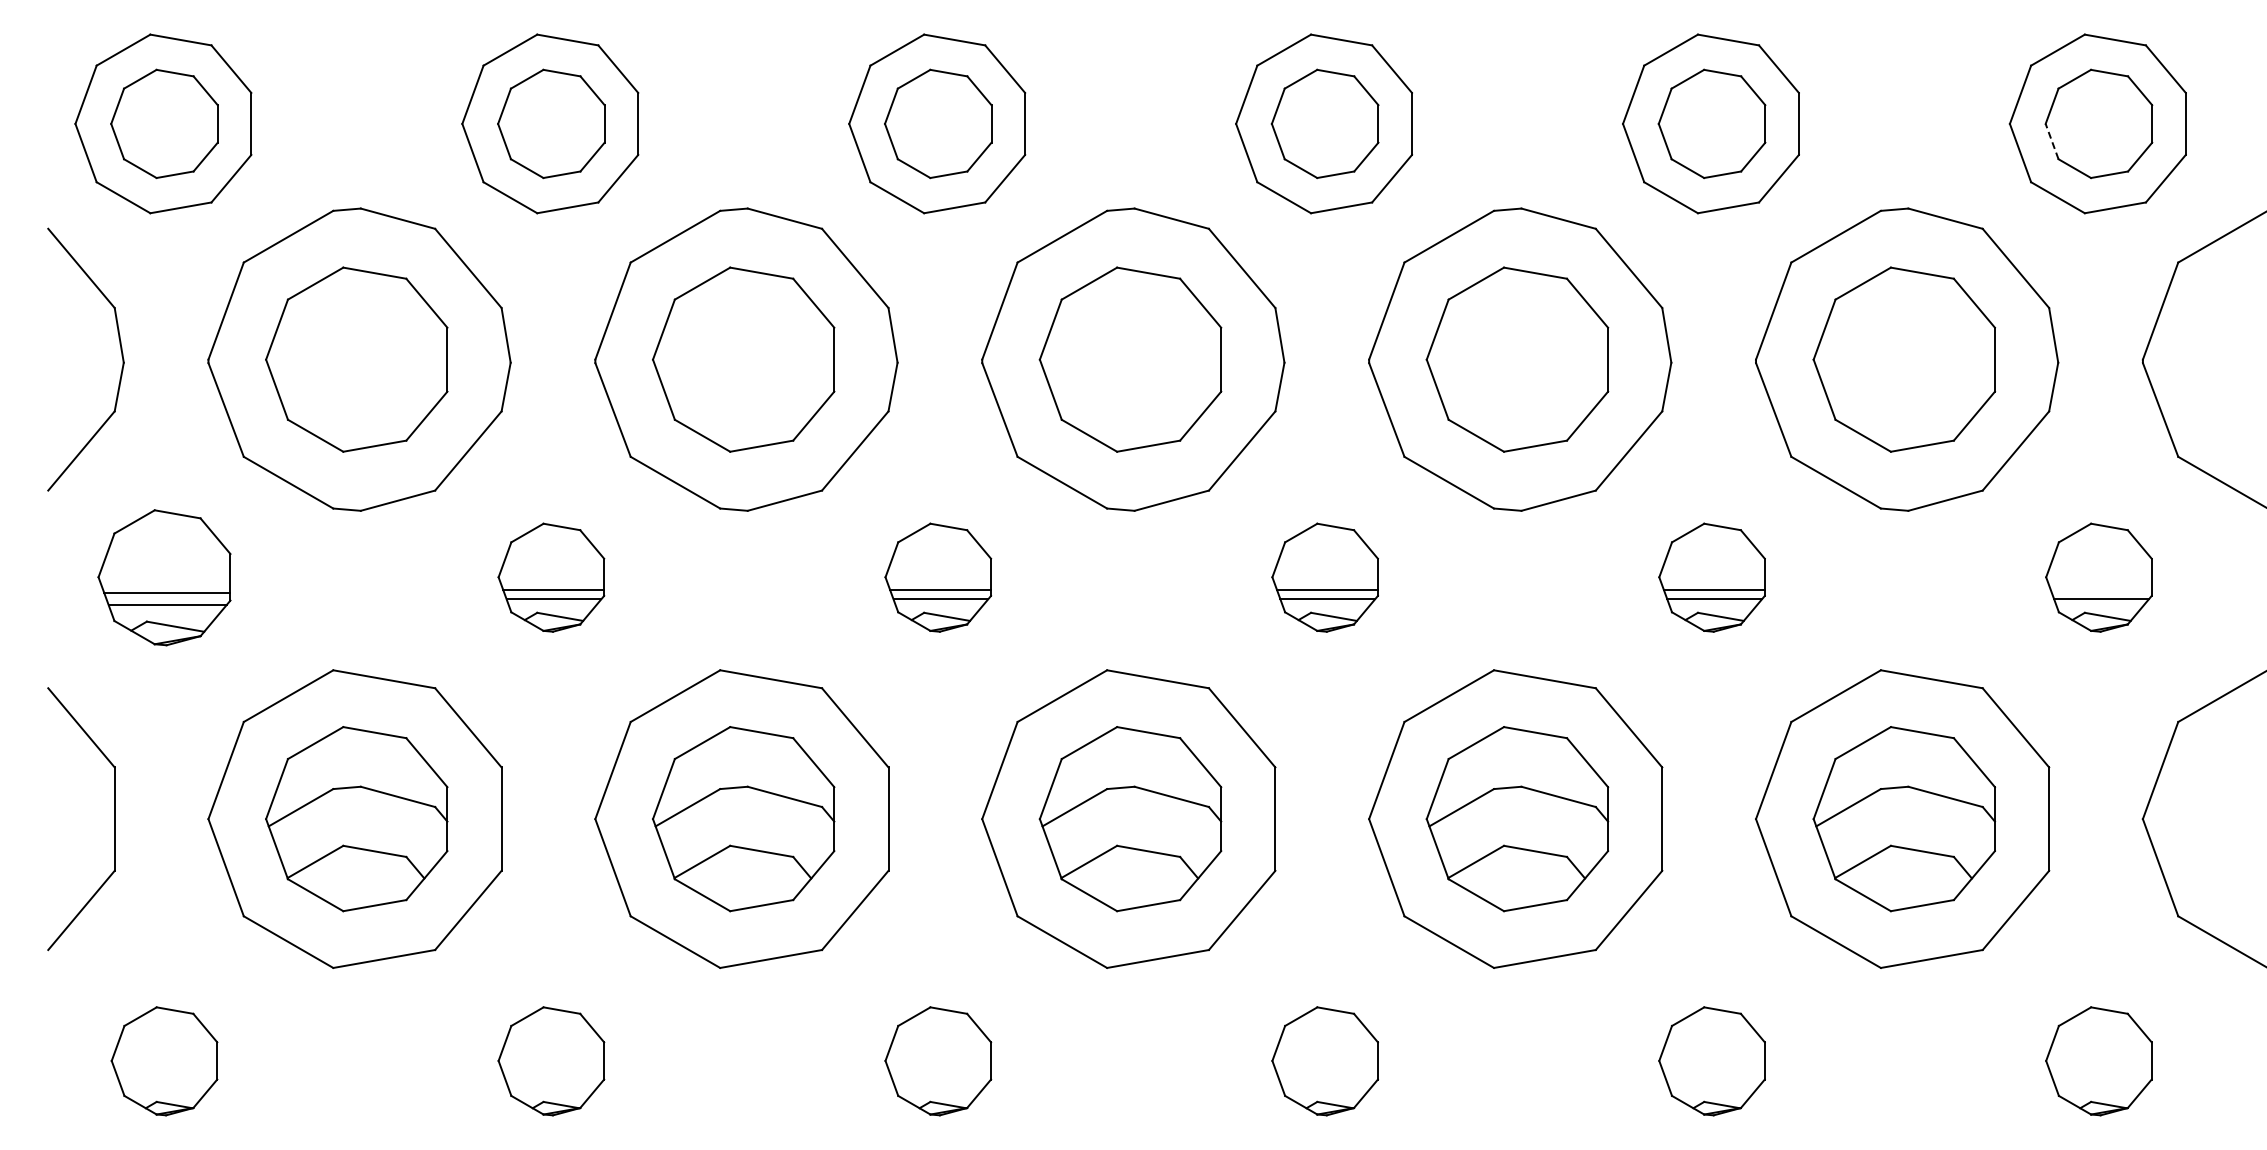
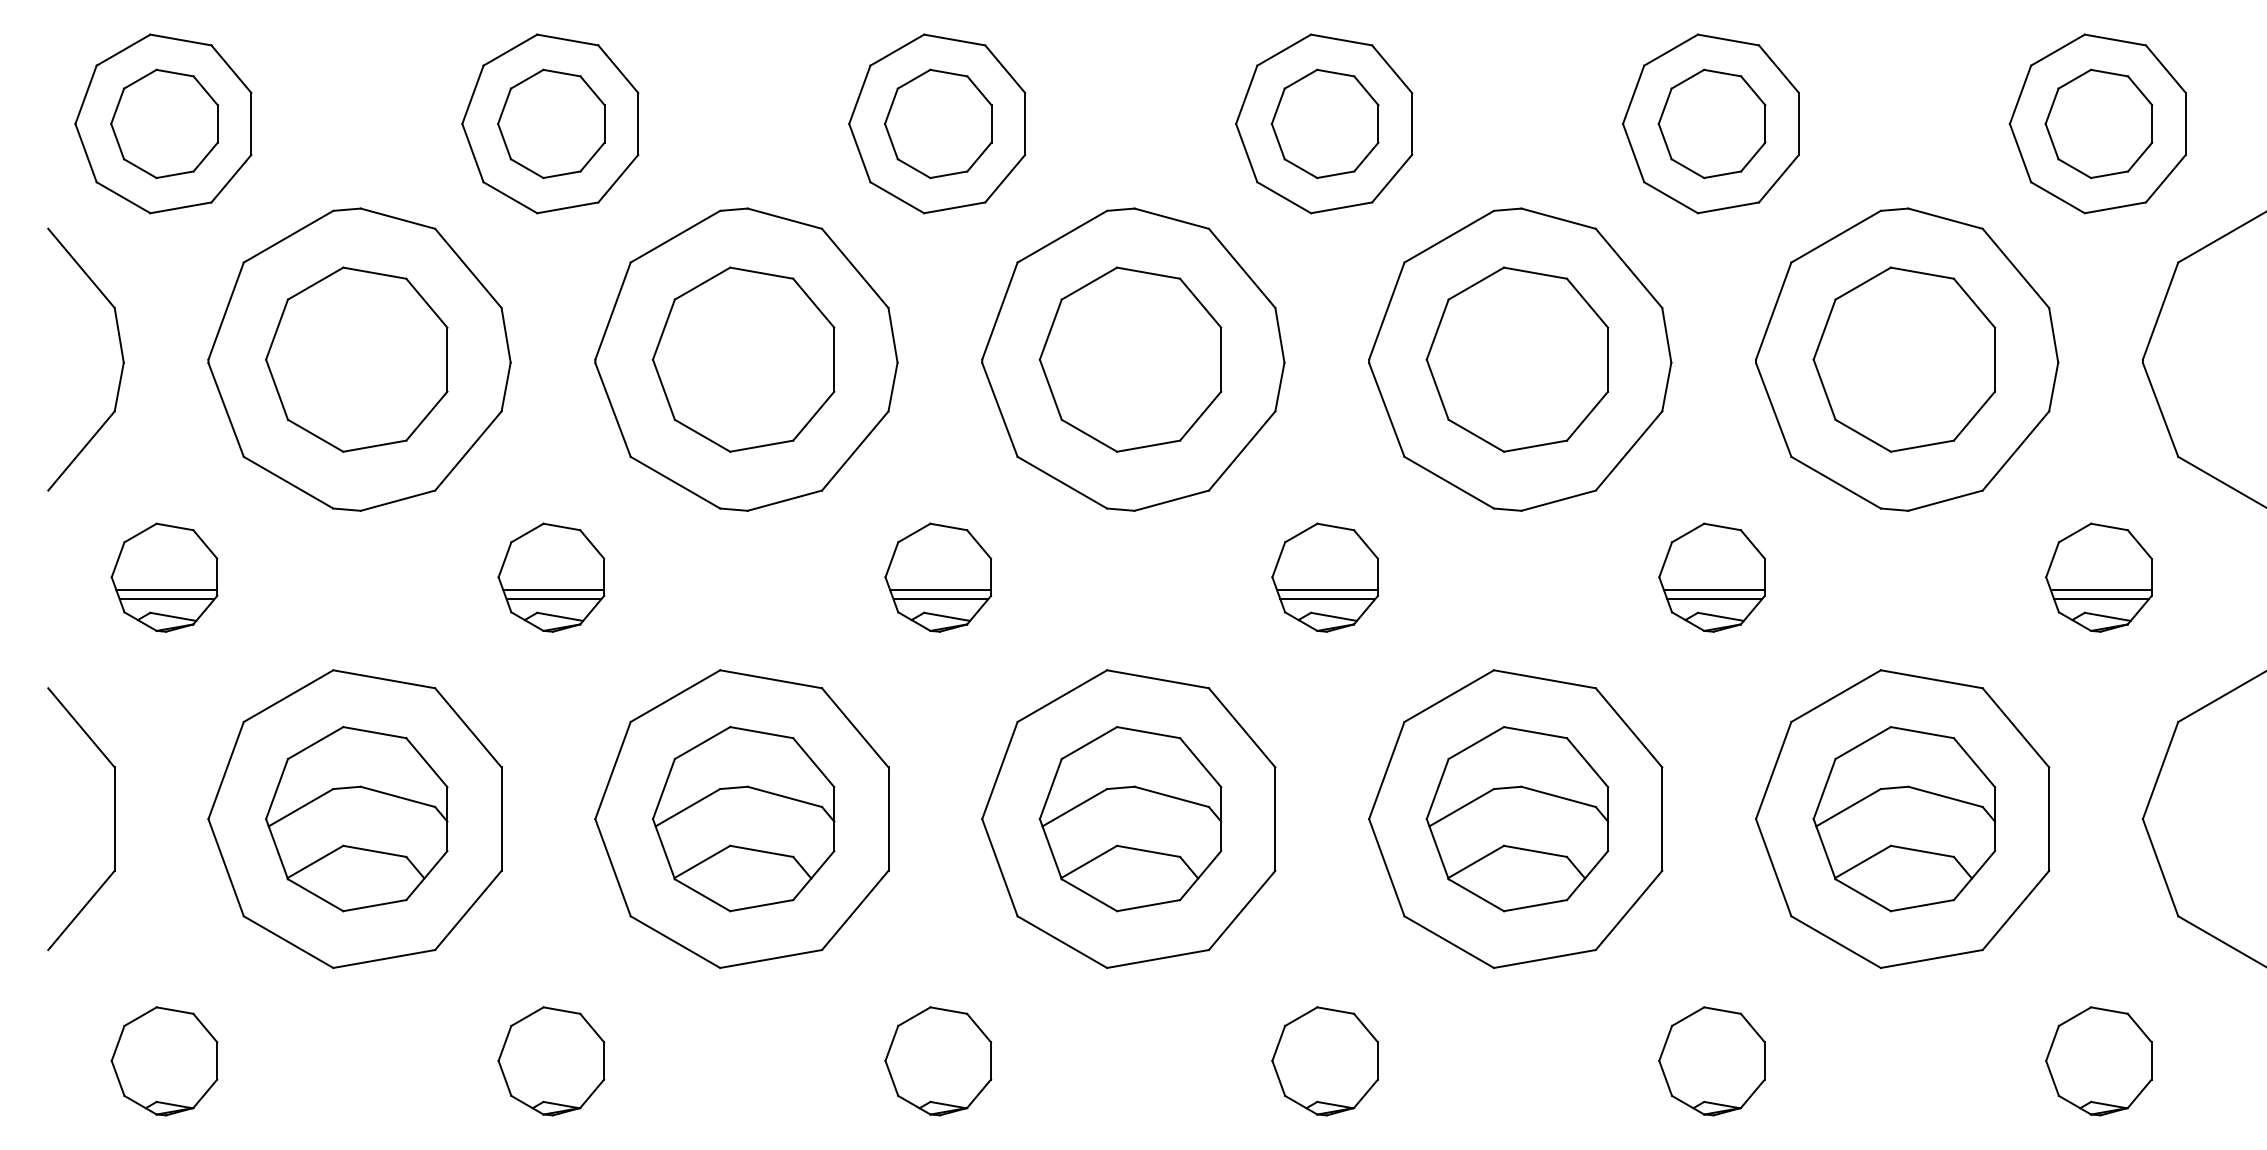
line at (2052, 141): dashed -> solid
part at (164, 577) size: 135x138 px -> 109x111 px
line at (2100, 590): none -> present
